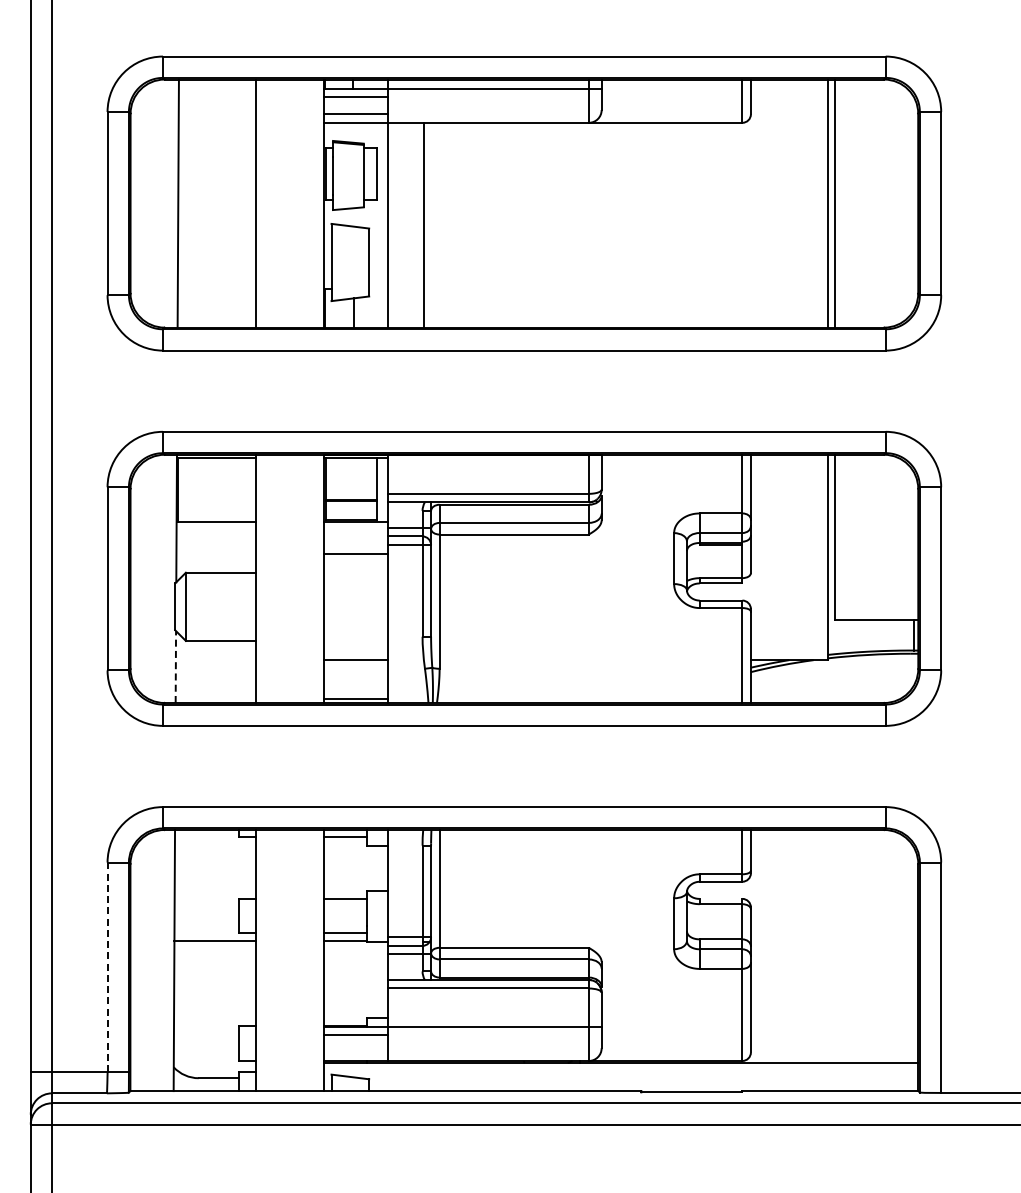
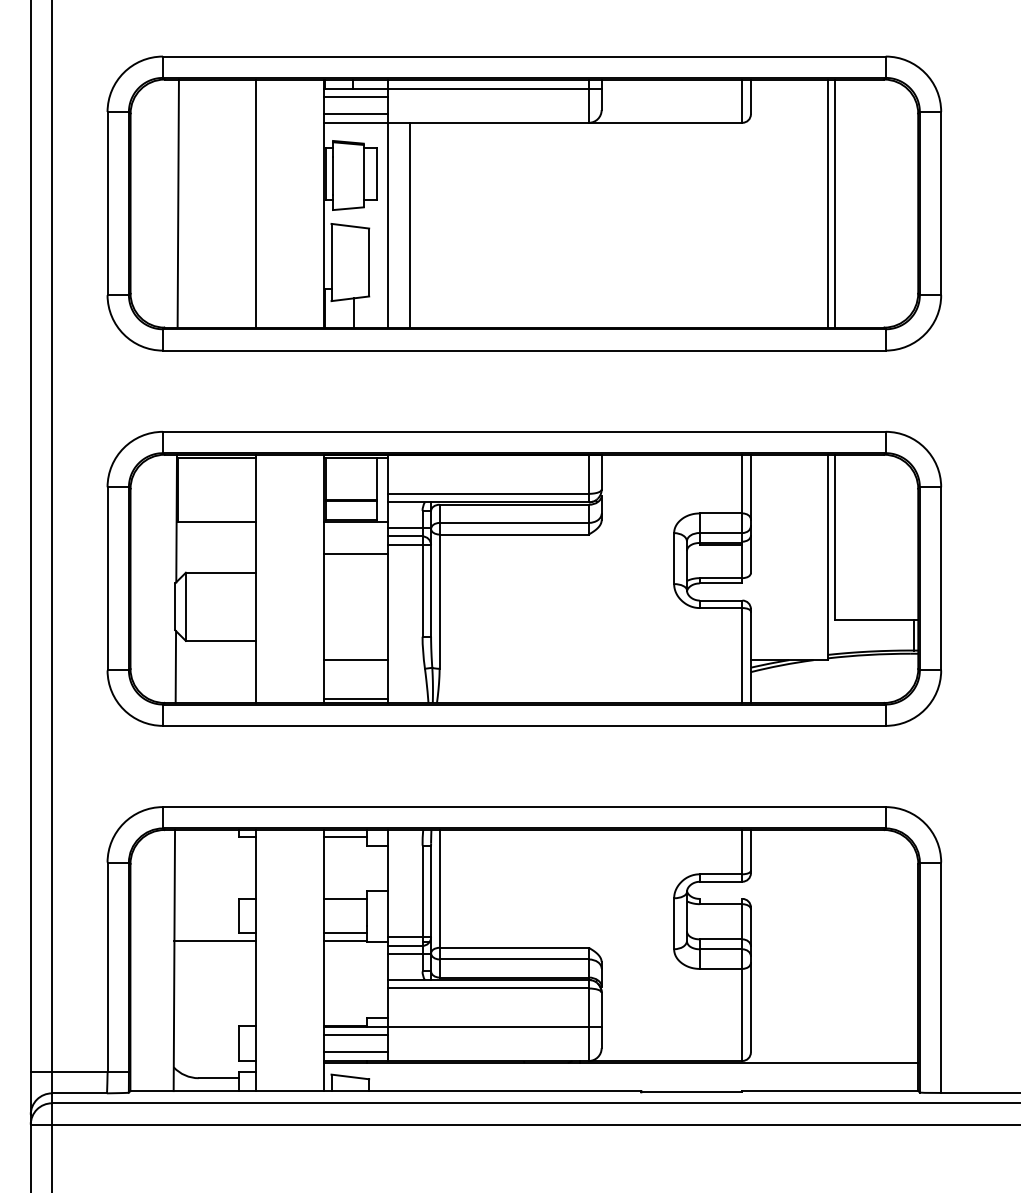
line at (423, 224) position: (423, 224) -> (409, 224)
line at (175, 667): dashed -> solid
line at (107, 967): dashed -> solid
line at (356, 1052): none -> present
